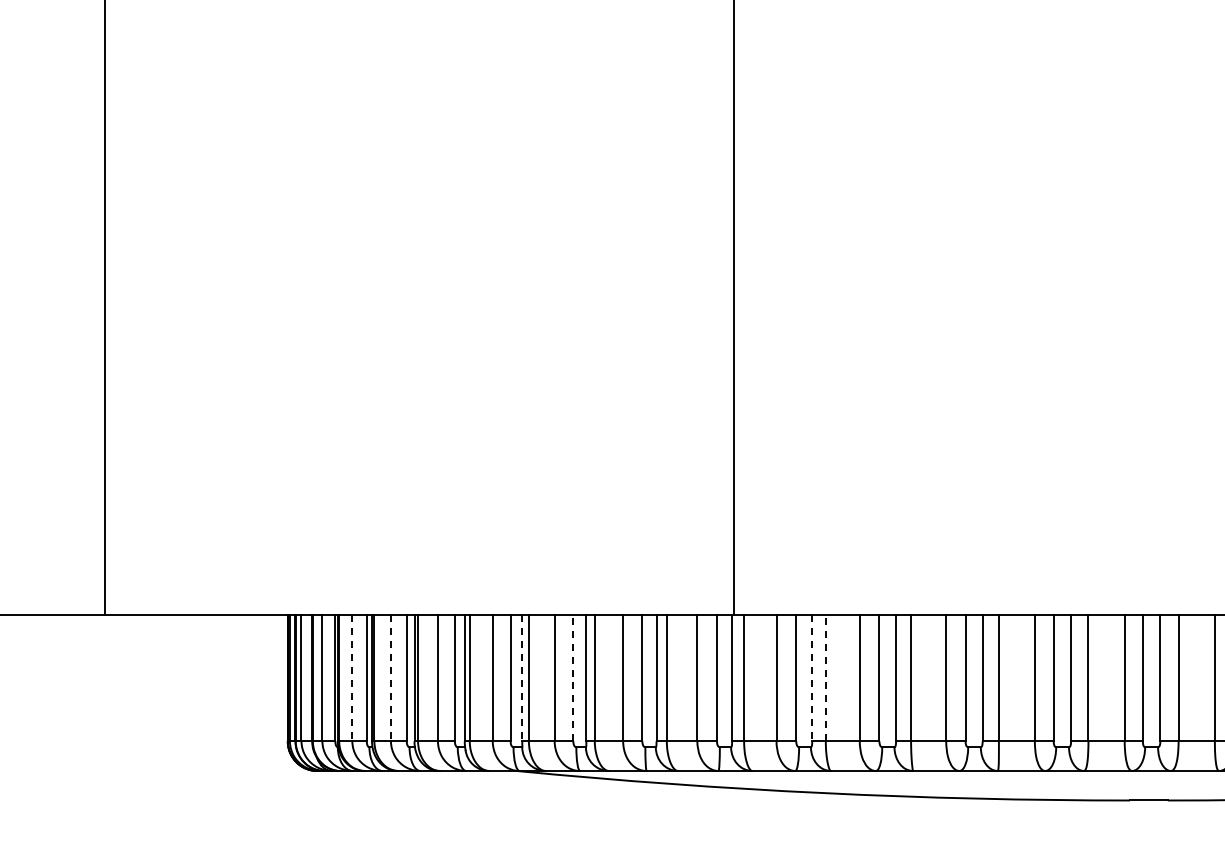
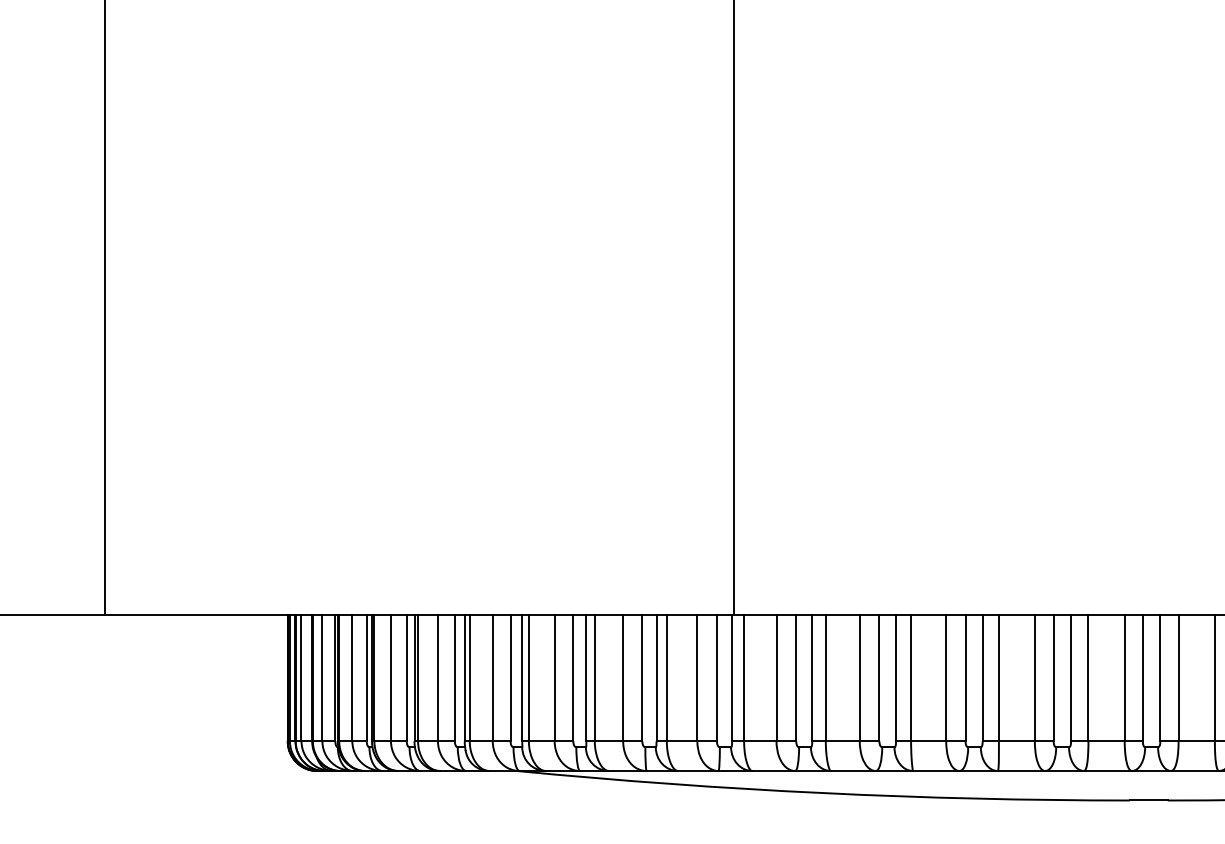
line at (573, 677): dashed -> solid
line at (825, 677): dashed -> solid
line at (352, 678): dashed -> solid
line at (390, 678): dashed -> solid
line at (522, 678): dashed -> solid
line at (812, 678): dashed -> solid
